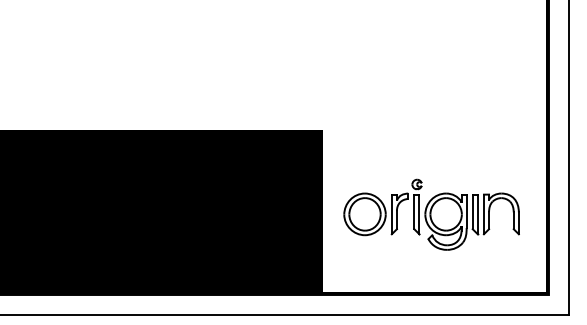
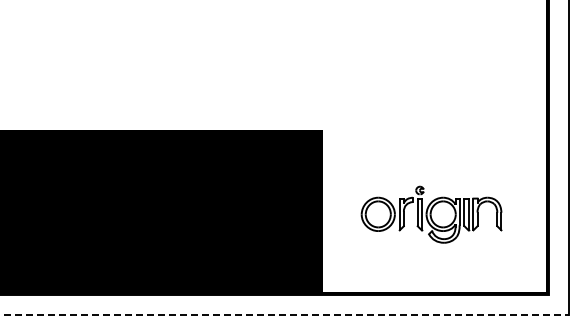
part at (431, 214) size: 177x73 px -> 143x59 px
line at (285, 315): solid -> dashed
